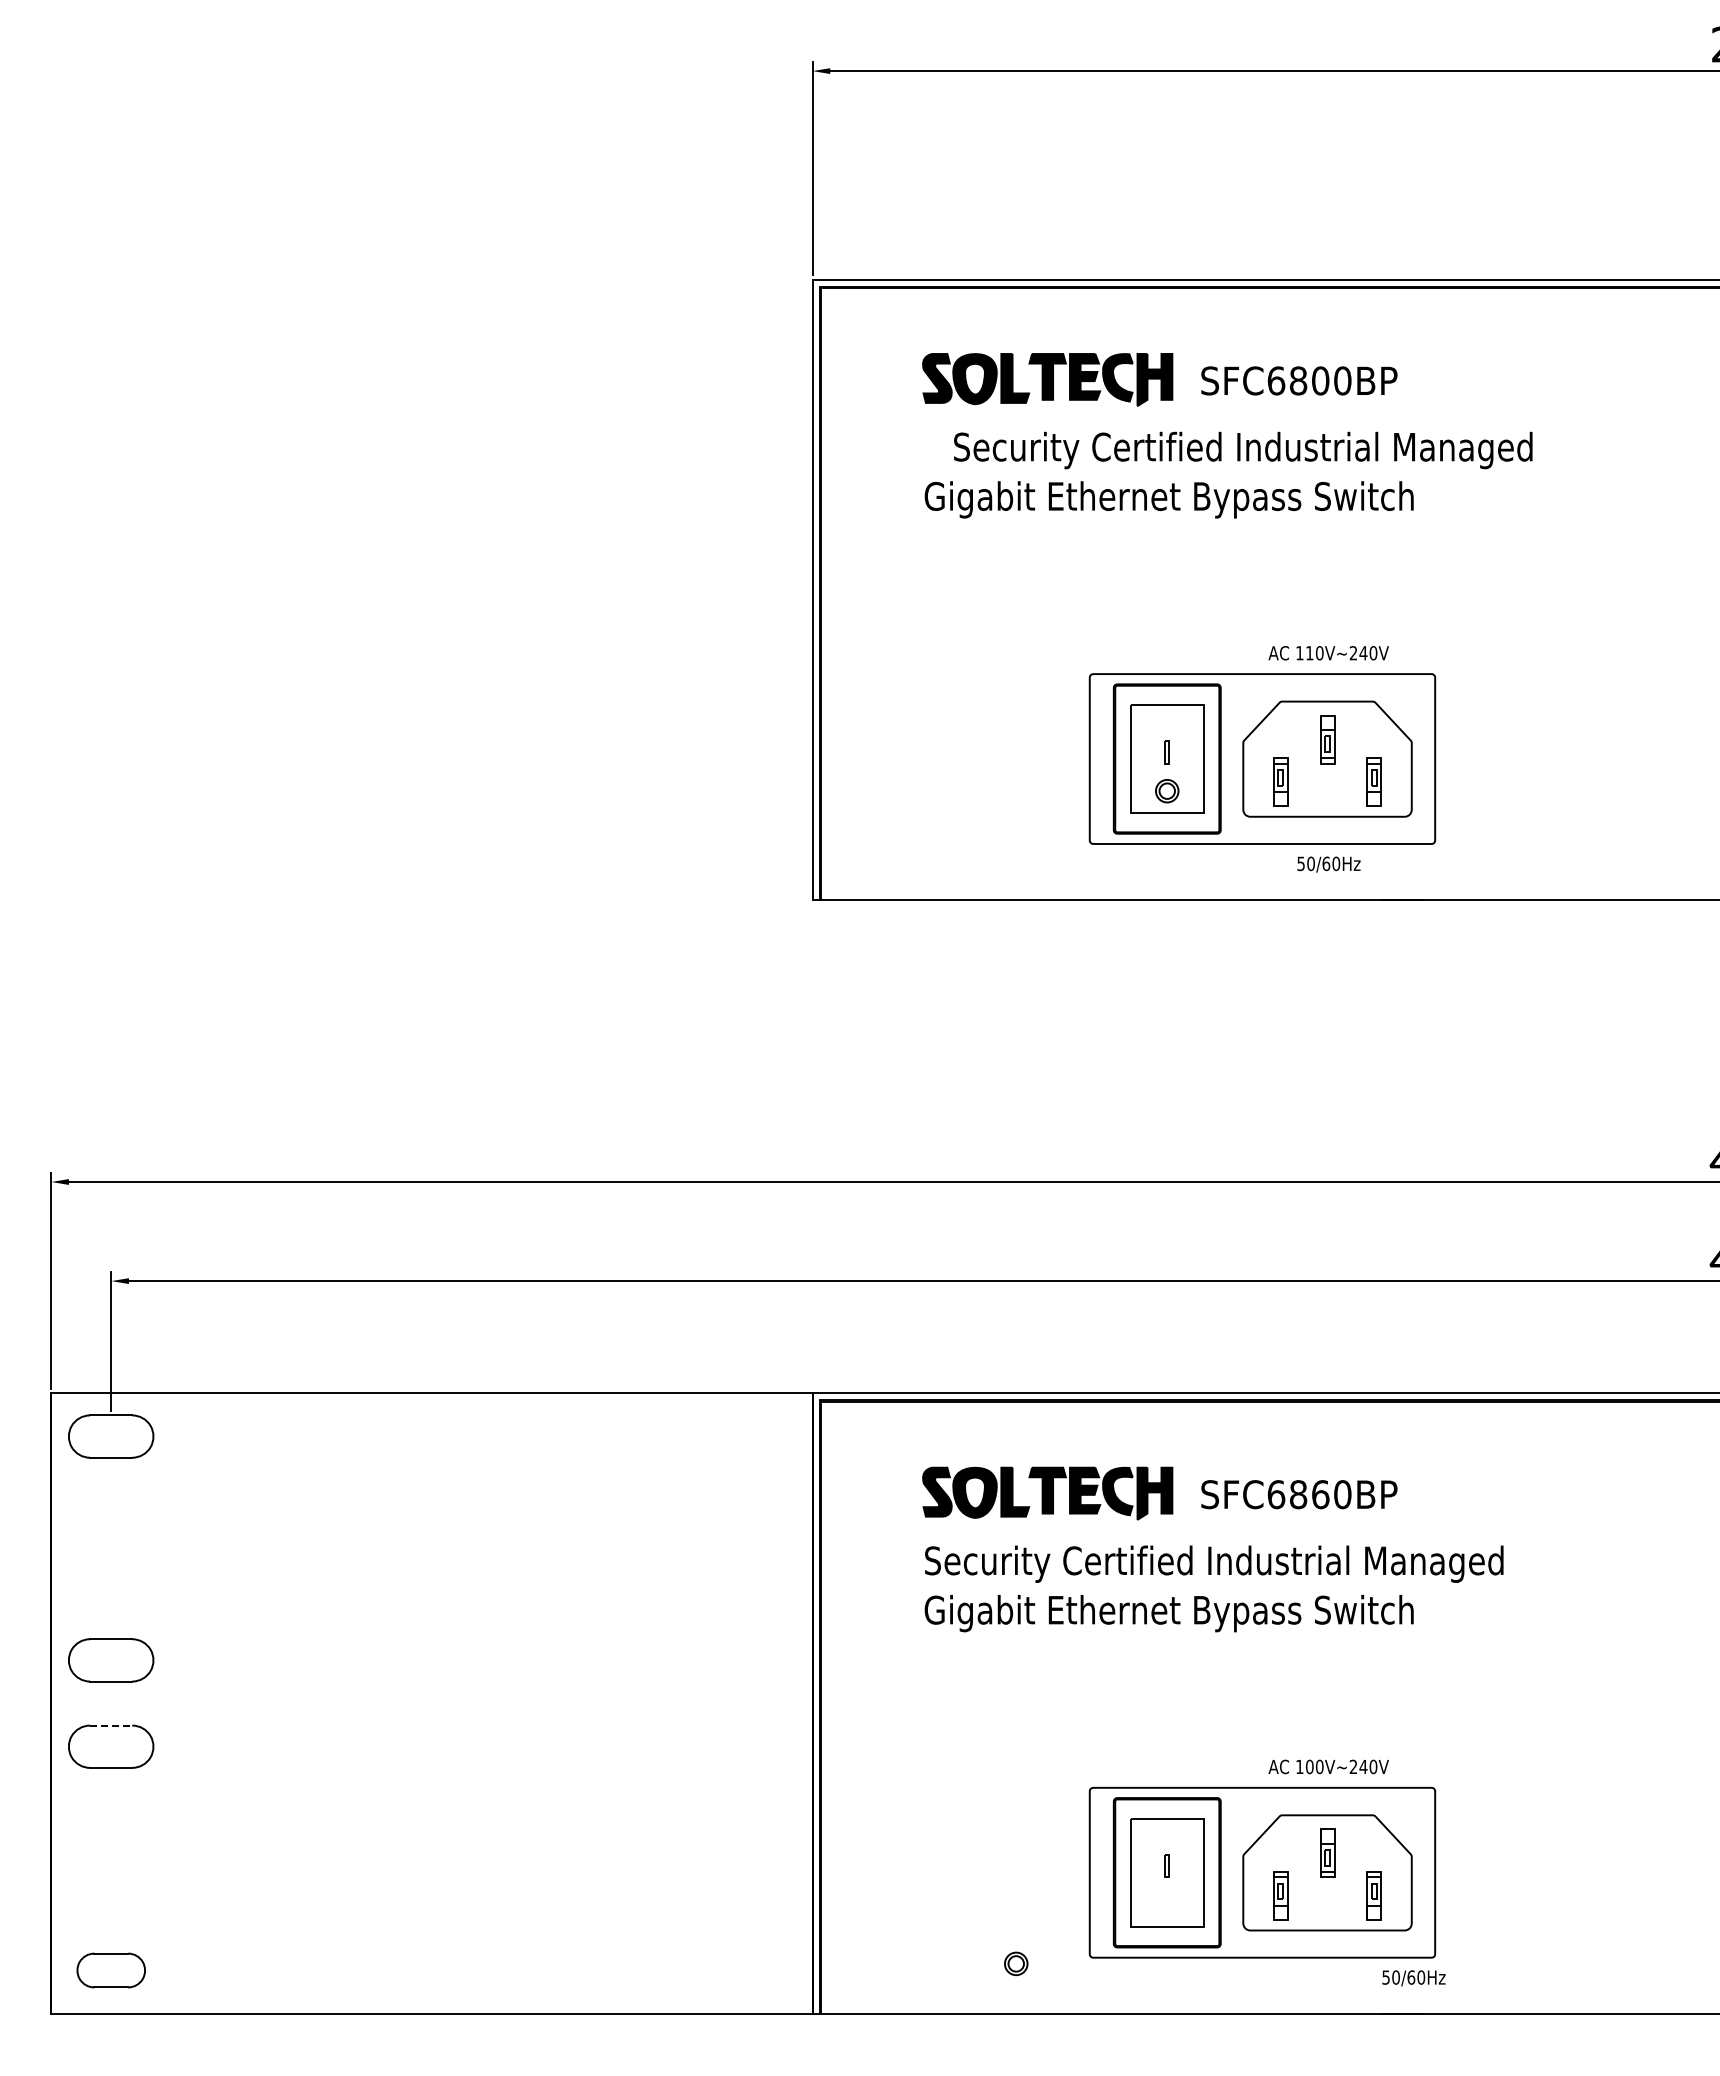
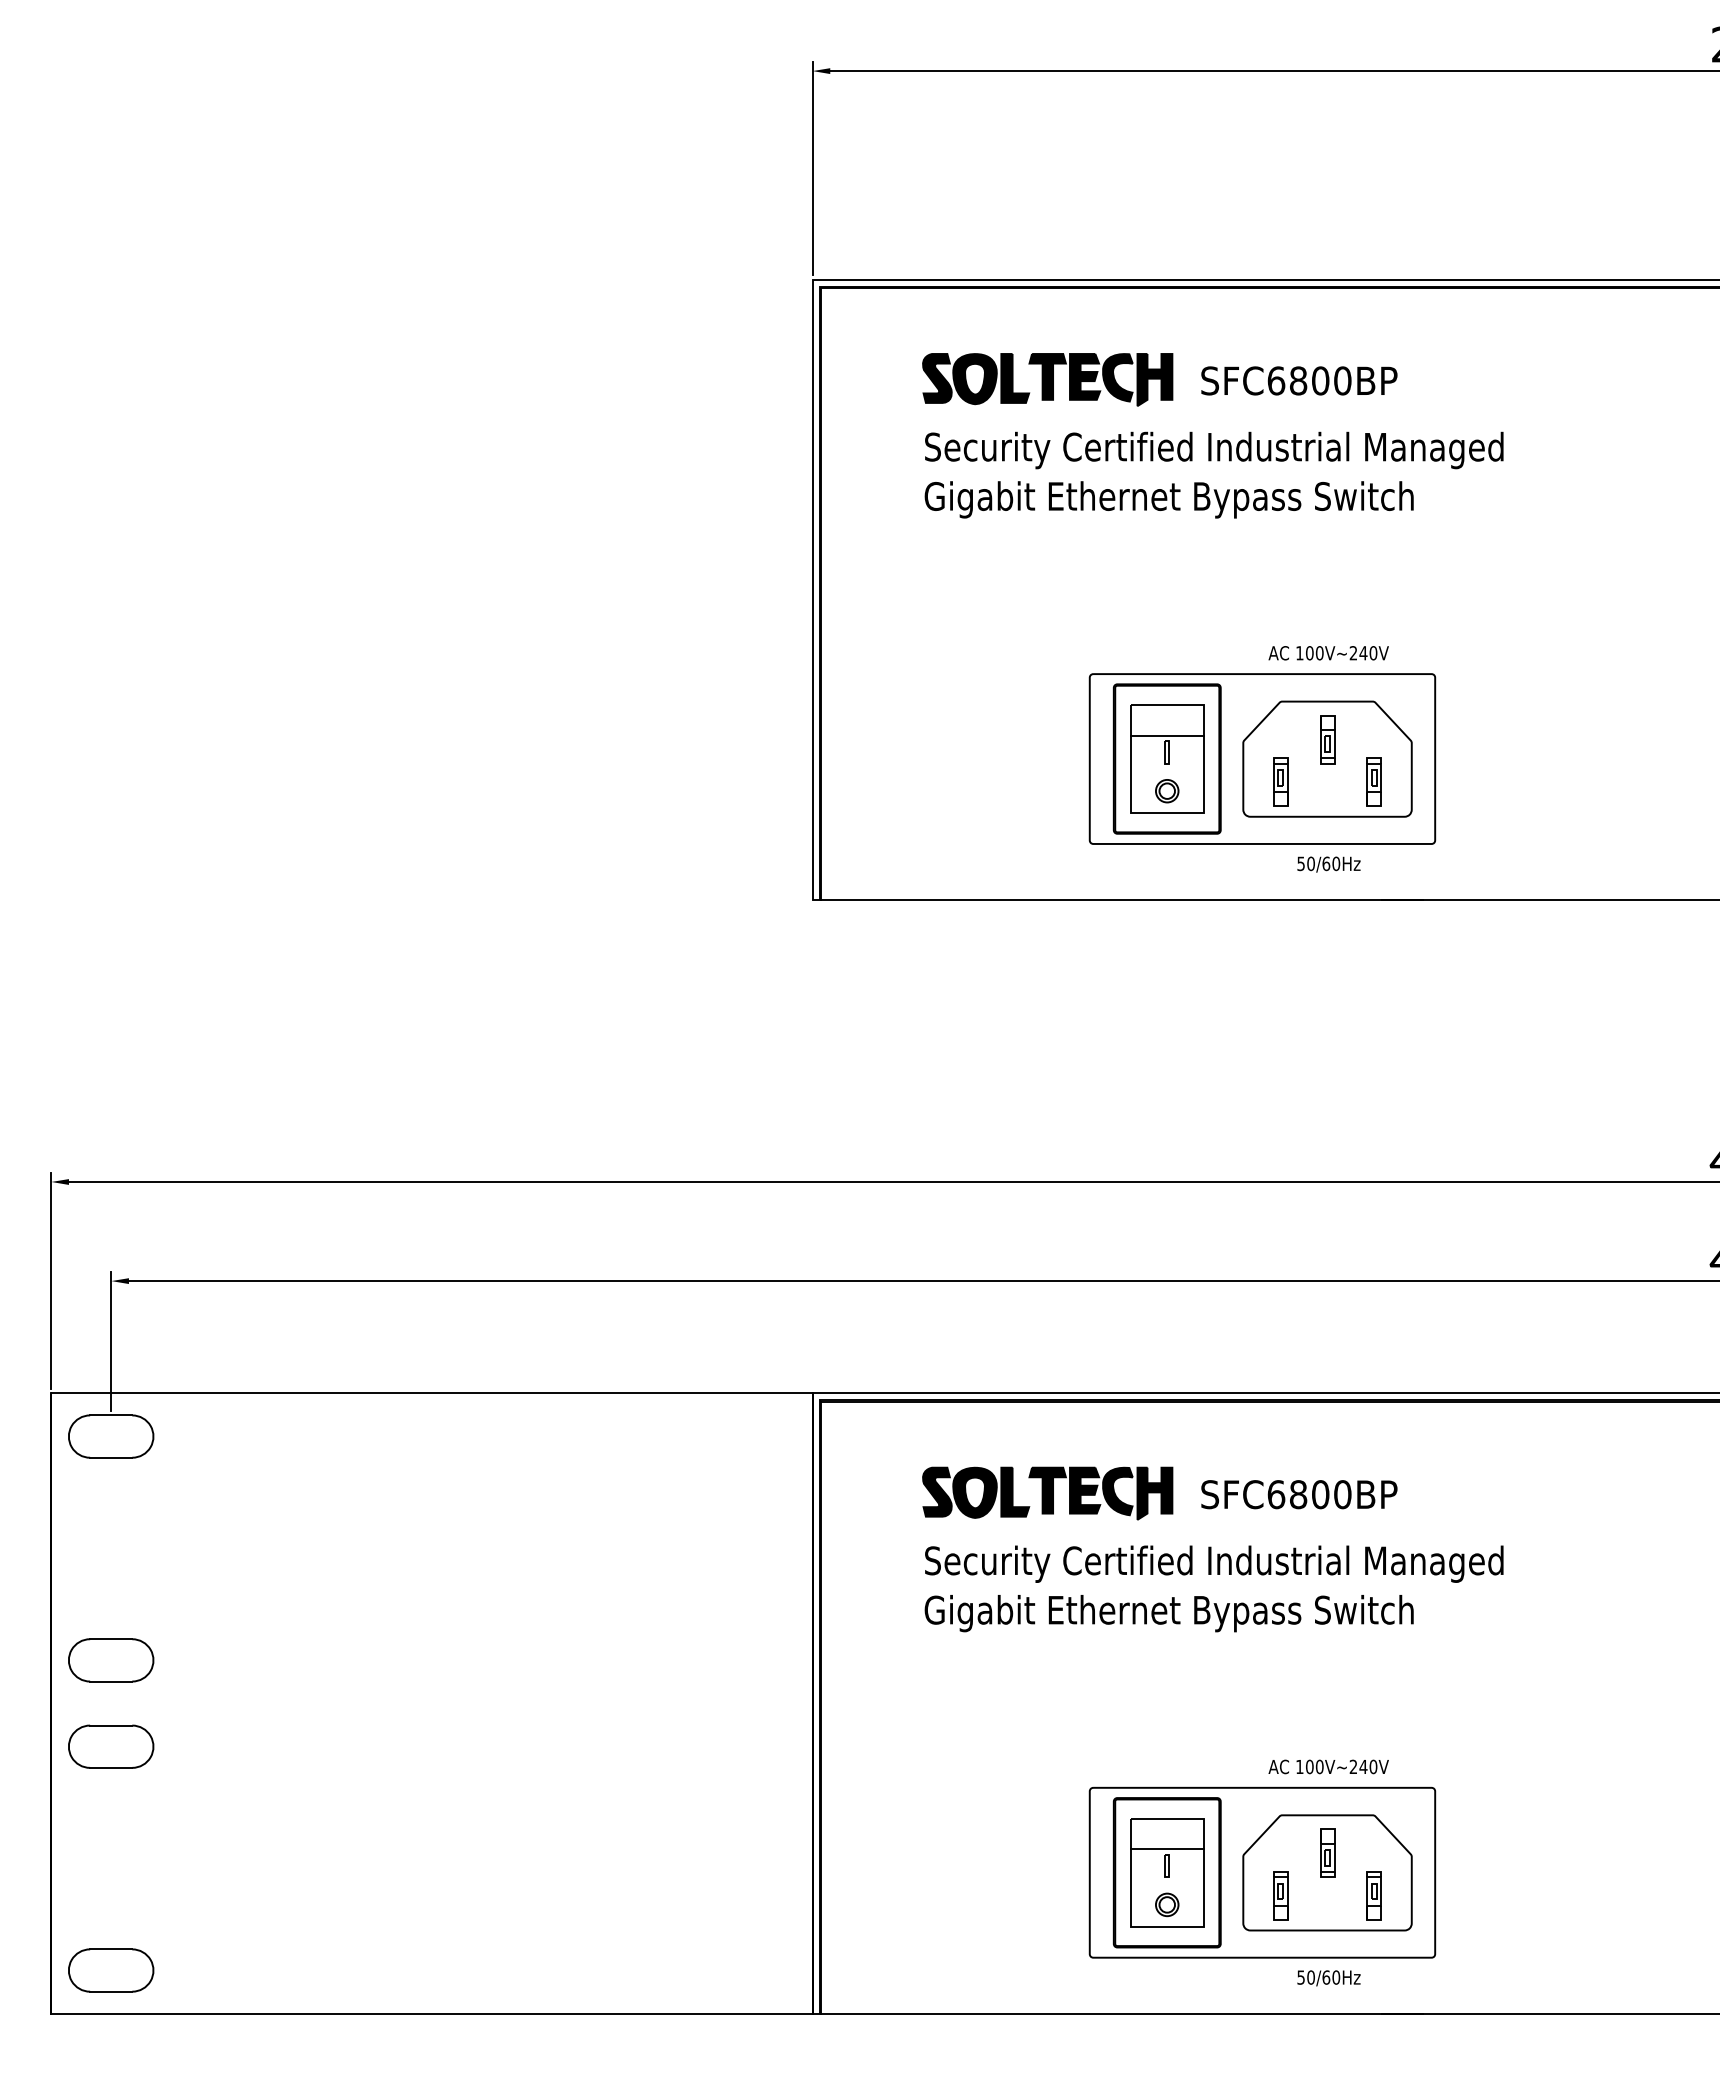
text at (1243, 450) position: (1243, 450) -> (1214, 450)
text at (1309, 653): 110V~240V -> 100V~240V
line at (1166, 735): none -> present
text at (1320, 1494): SFC6860BP -> SFC6800BP
line at (111, 1725): dashed -> solid
line at (1166, 1849): none -> present
part at (1016, 1963) position: (1016, 1963) -> (1167, 1904)
part at (110, 1970) size: 70x37 px -> 87x45 px
text at (1413, 1978) position: (1413, 1978) -> (1328, 1978)
